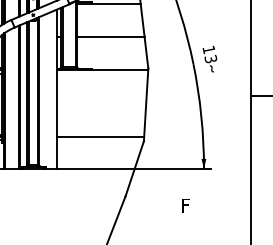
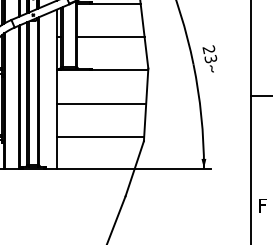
text at (208, 49): 13 -> 23
line at (101, 103): none -> present
text at (185, 205) position: (185, 205) -> (262, 205)
